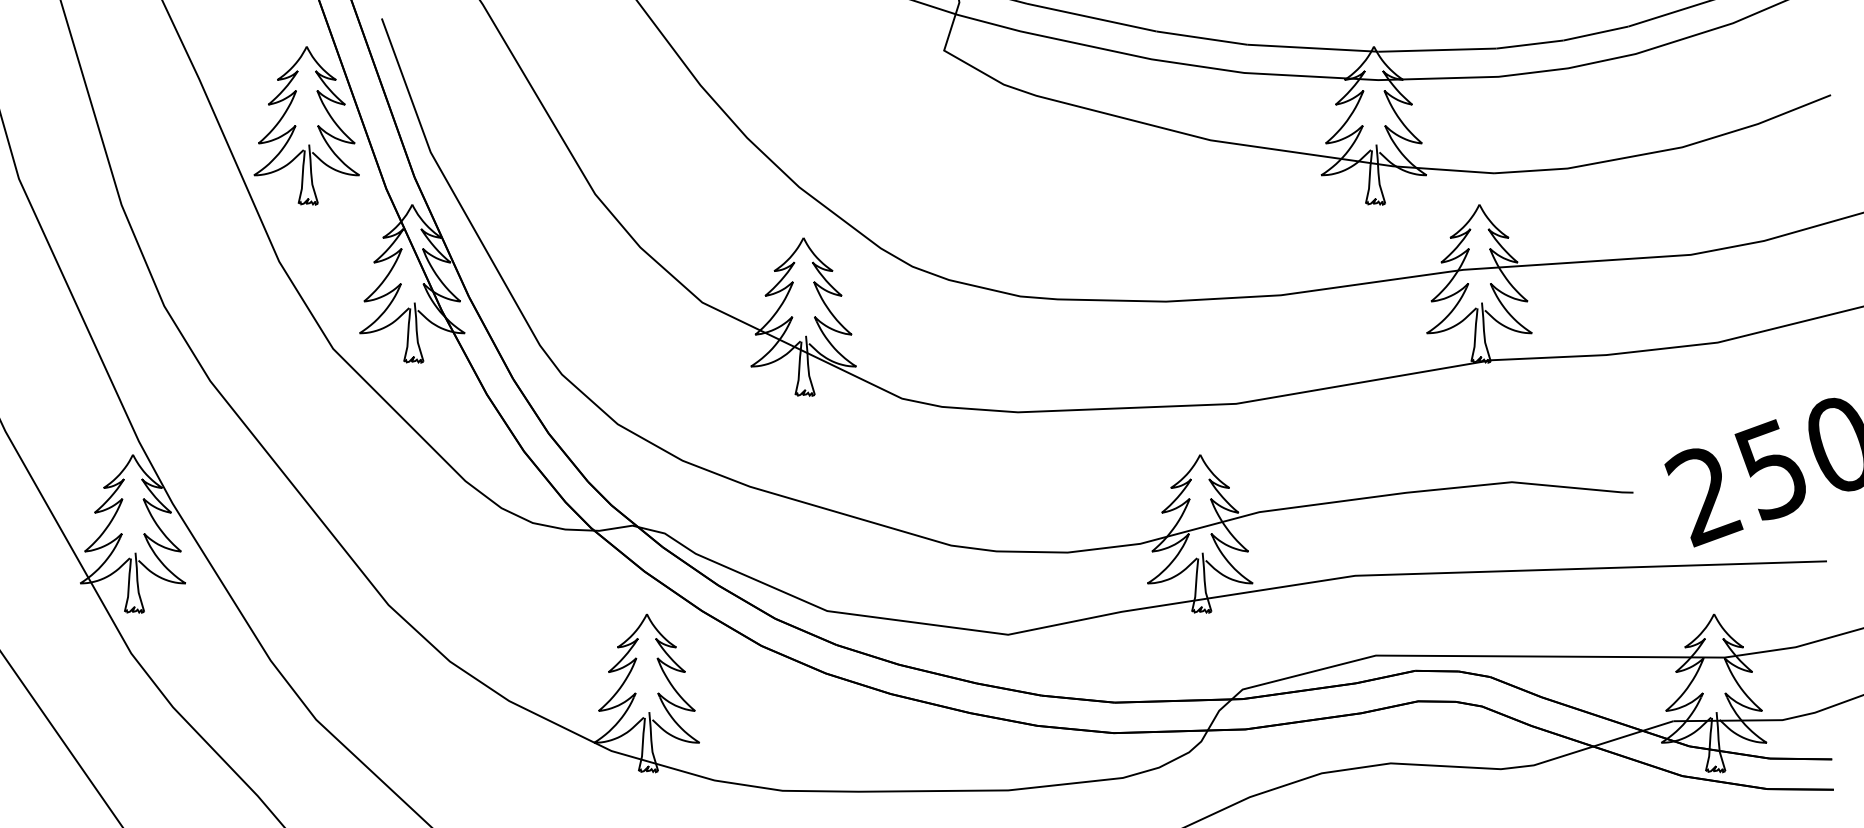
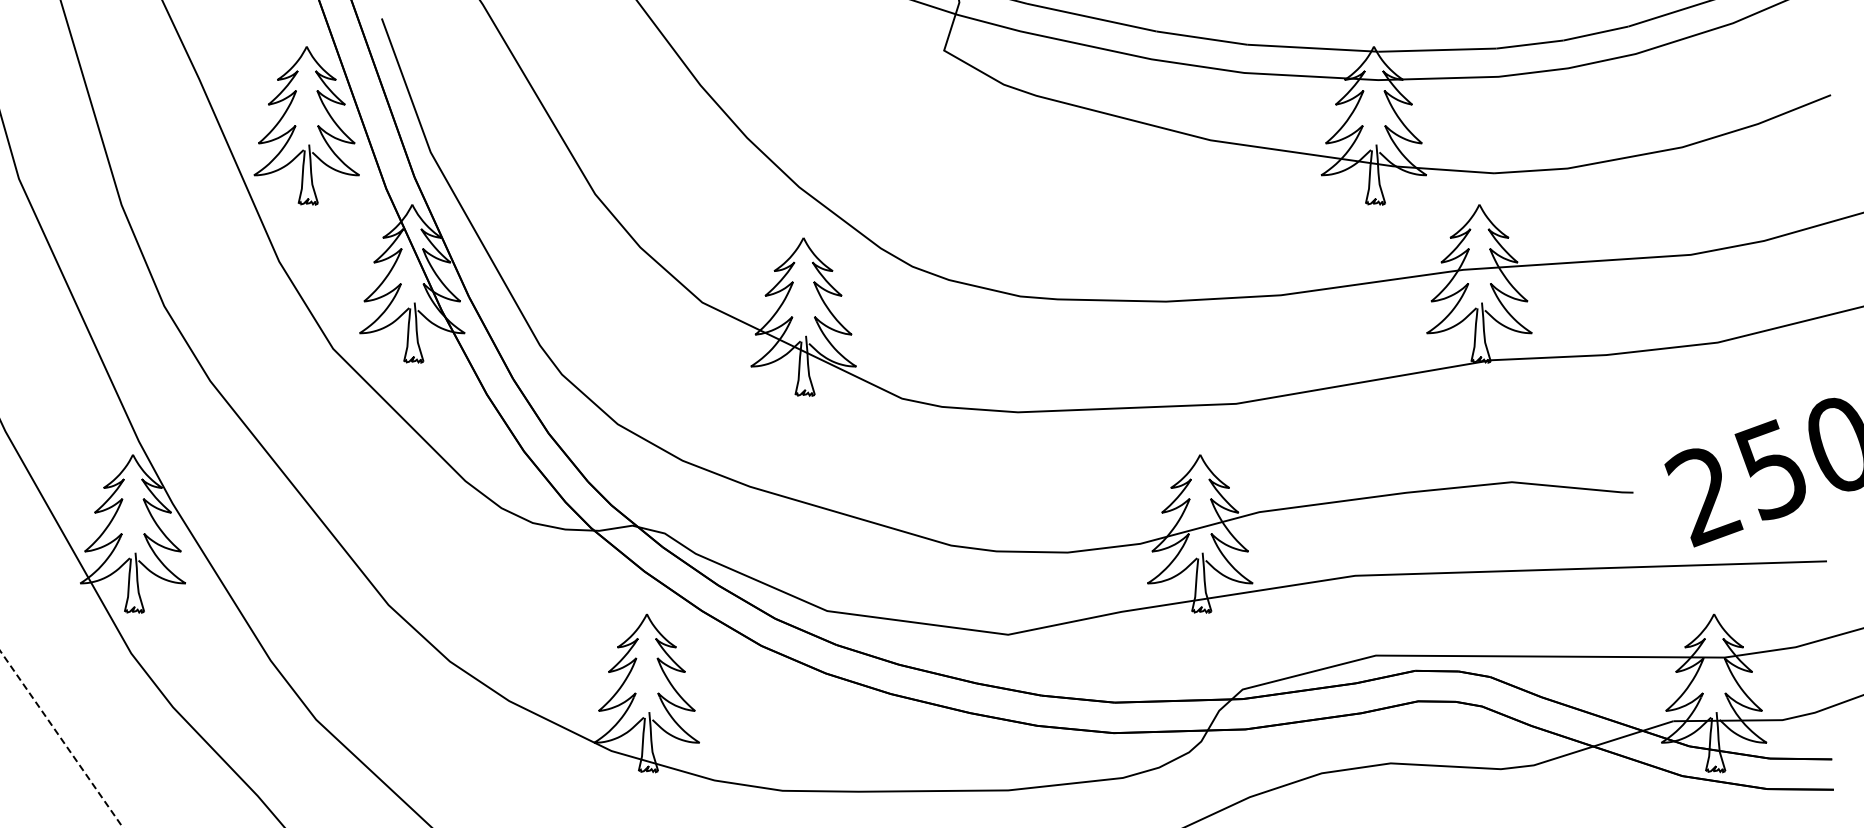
line at (61, 739): solid -> dashed
